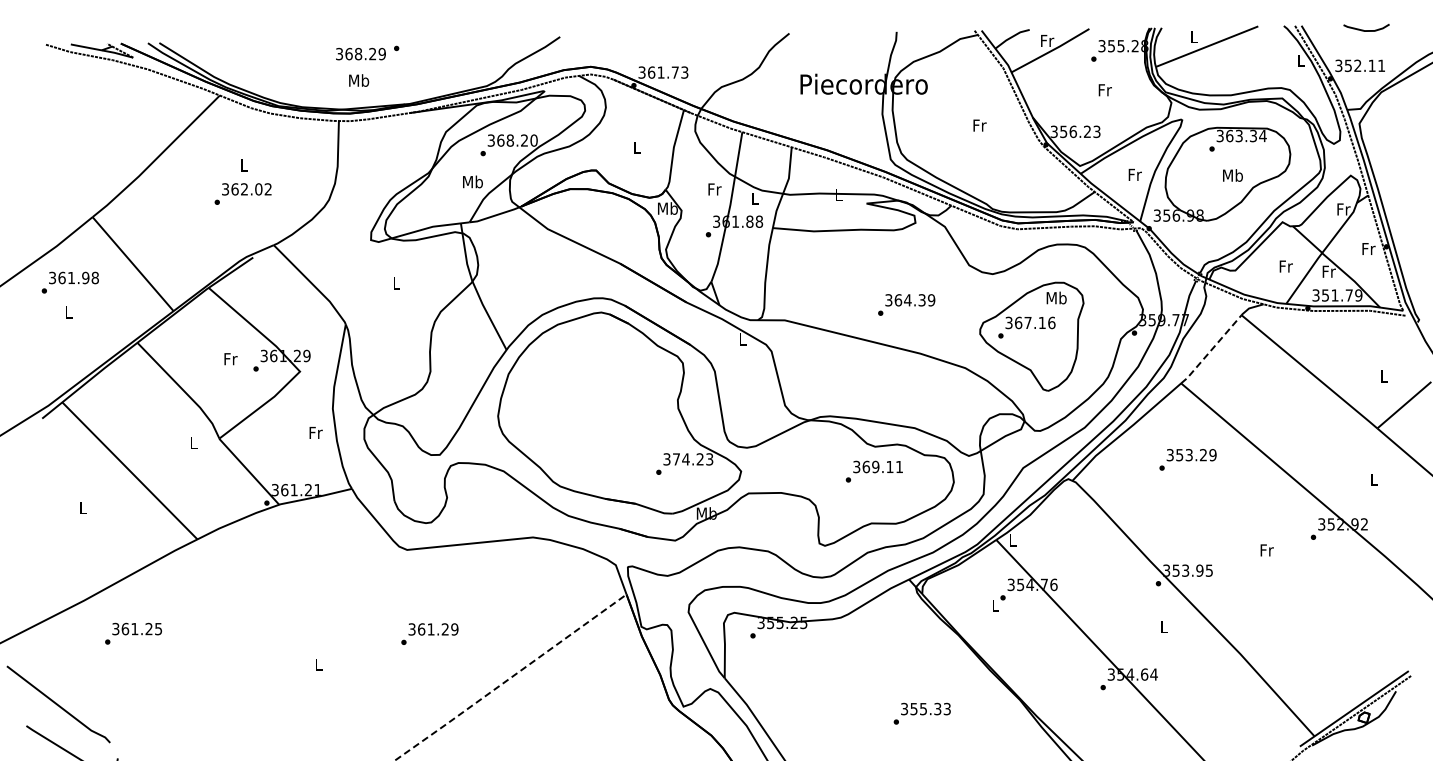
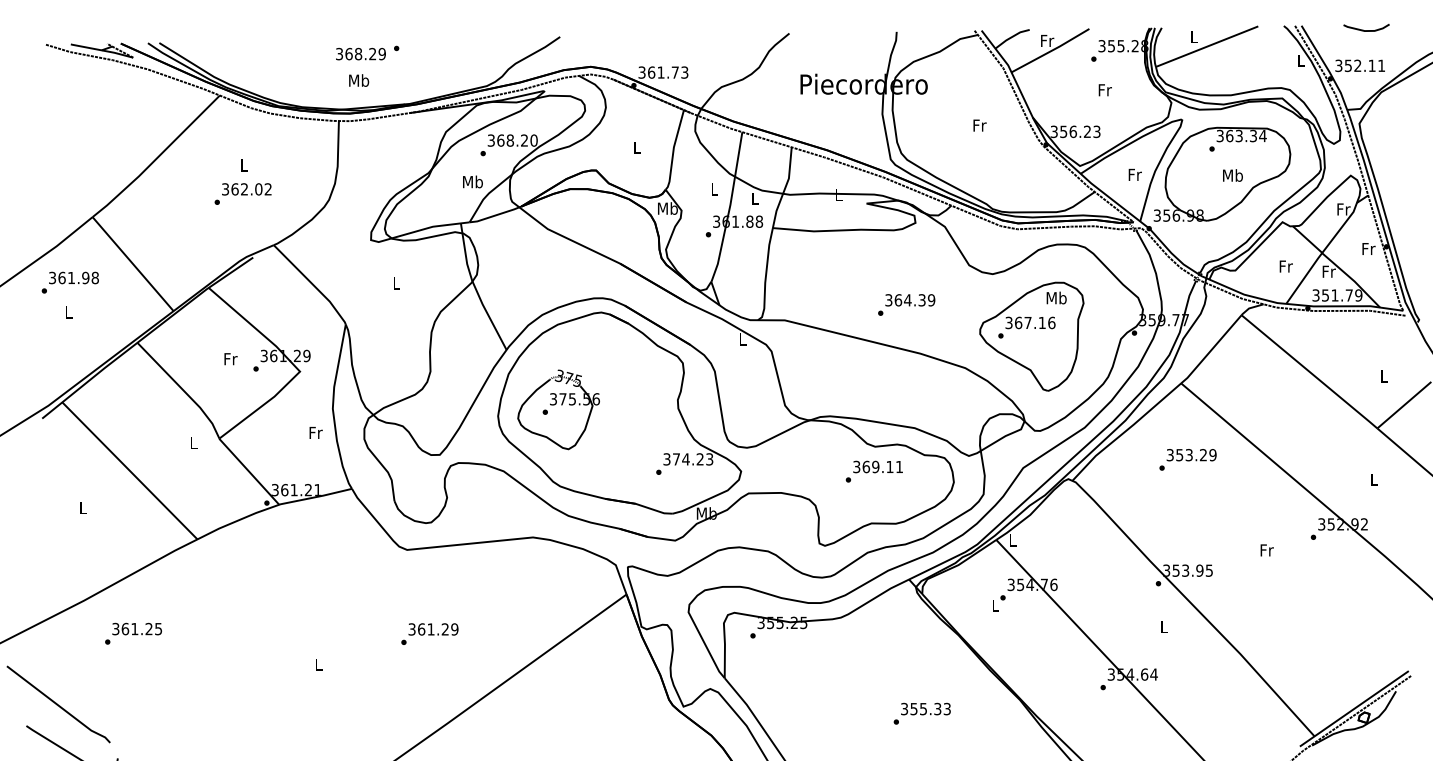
text at (714, 189): Fr -> L
line at (1211, 349): dashed -> solid
part at (558, 409): none -> present
line at (510, 678): dashed -> solid
